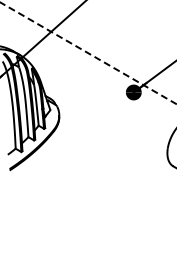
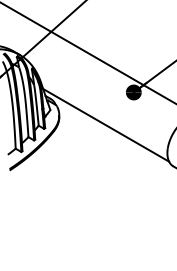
line at (88, 53): dashed -> solid
line at (106, 124): none -> present
